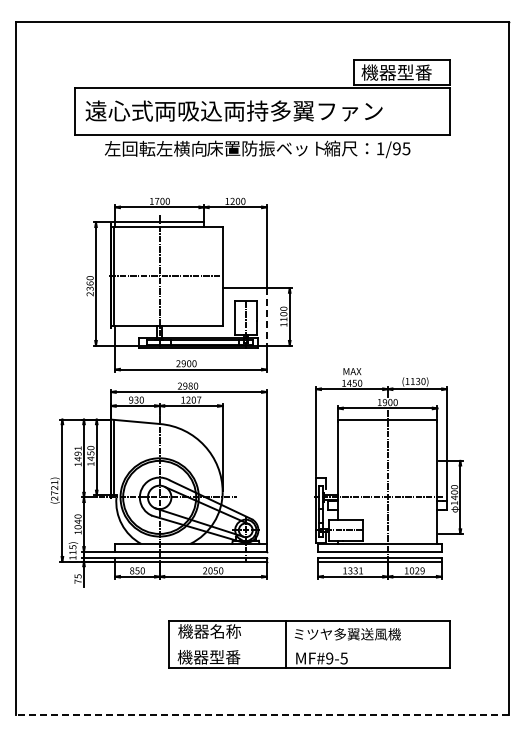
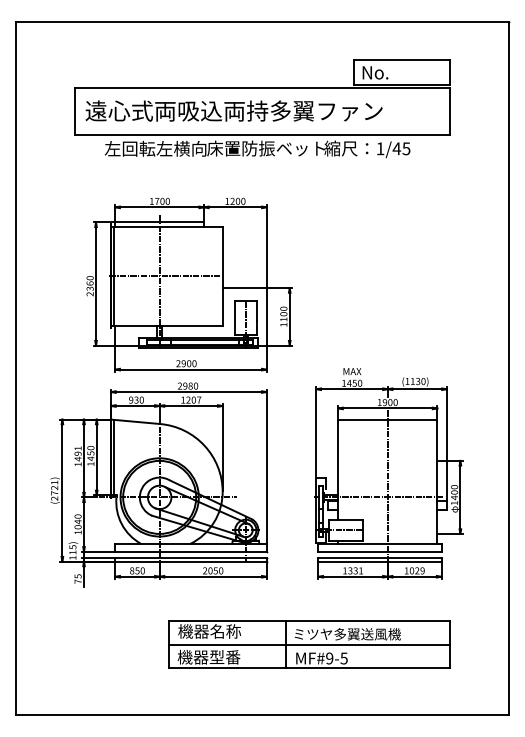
text at (396, 72): 機器型番 -> No.
text at (396, 148): 1/95 -> 1/45
line at (266, 316): dashed -> solid
line at (309, 644): none -> present
line at (262, 714): dashed -> solid
